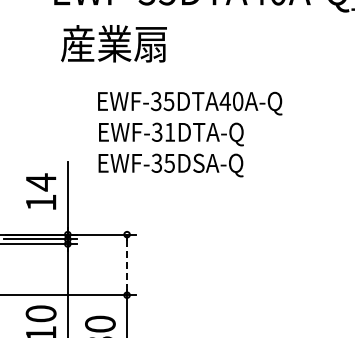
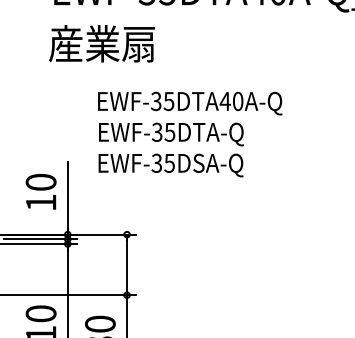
text at (113, 43) position: (113, 43) -> (101, 43)
text at (169, 132): EWF-31DTA-Q -> EWF-35DTA-Q
text at (40, 182): 14 -> 10
line at (127, 264): dashed -> solid
